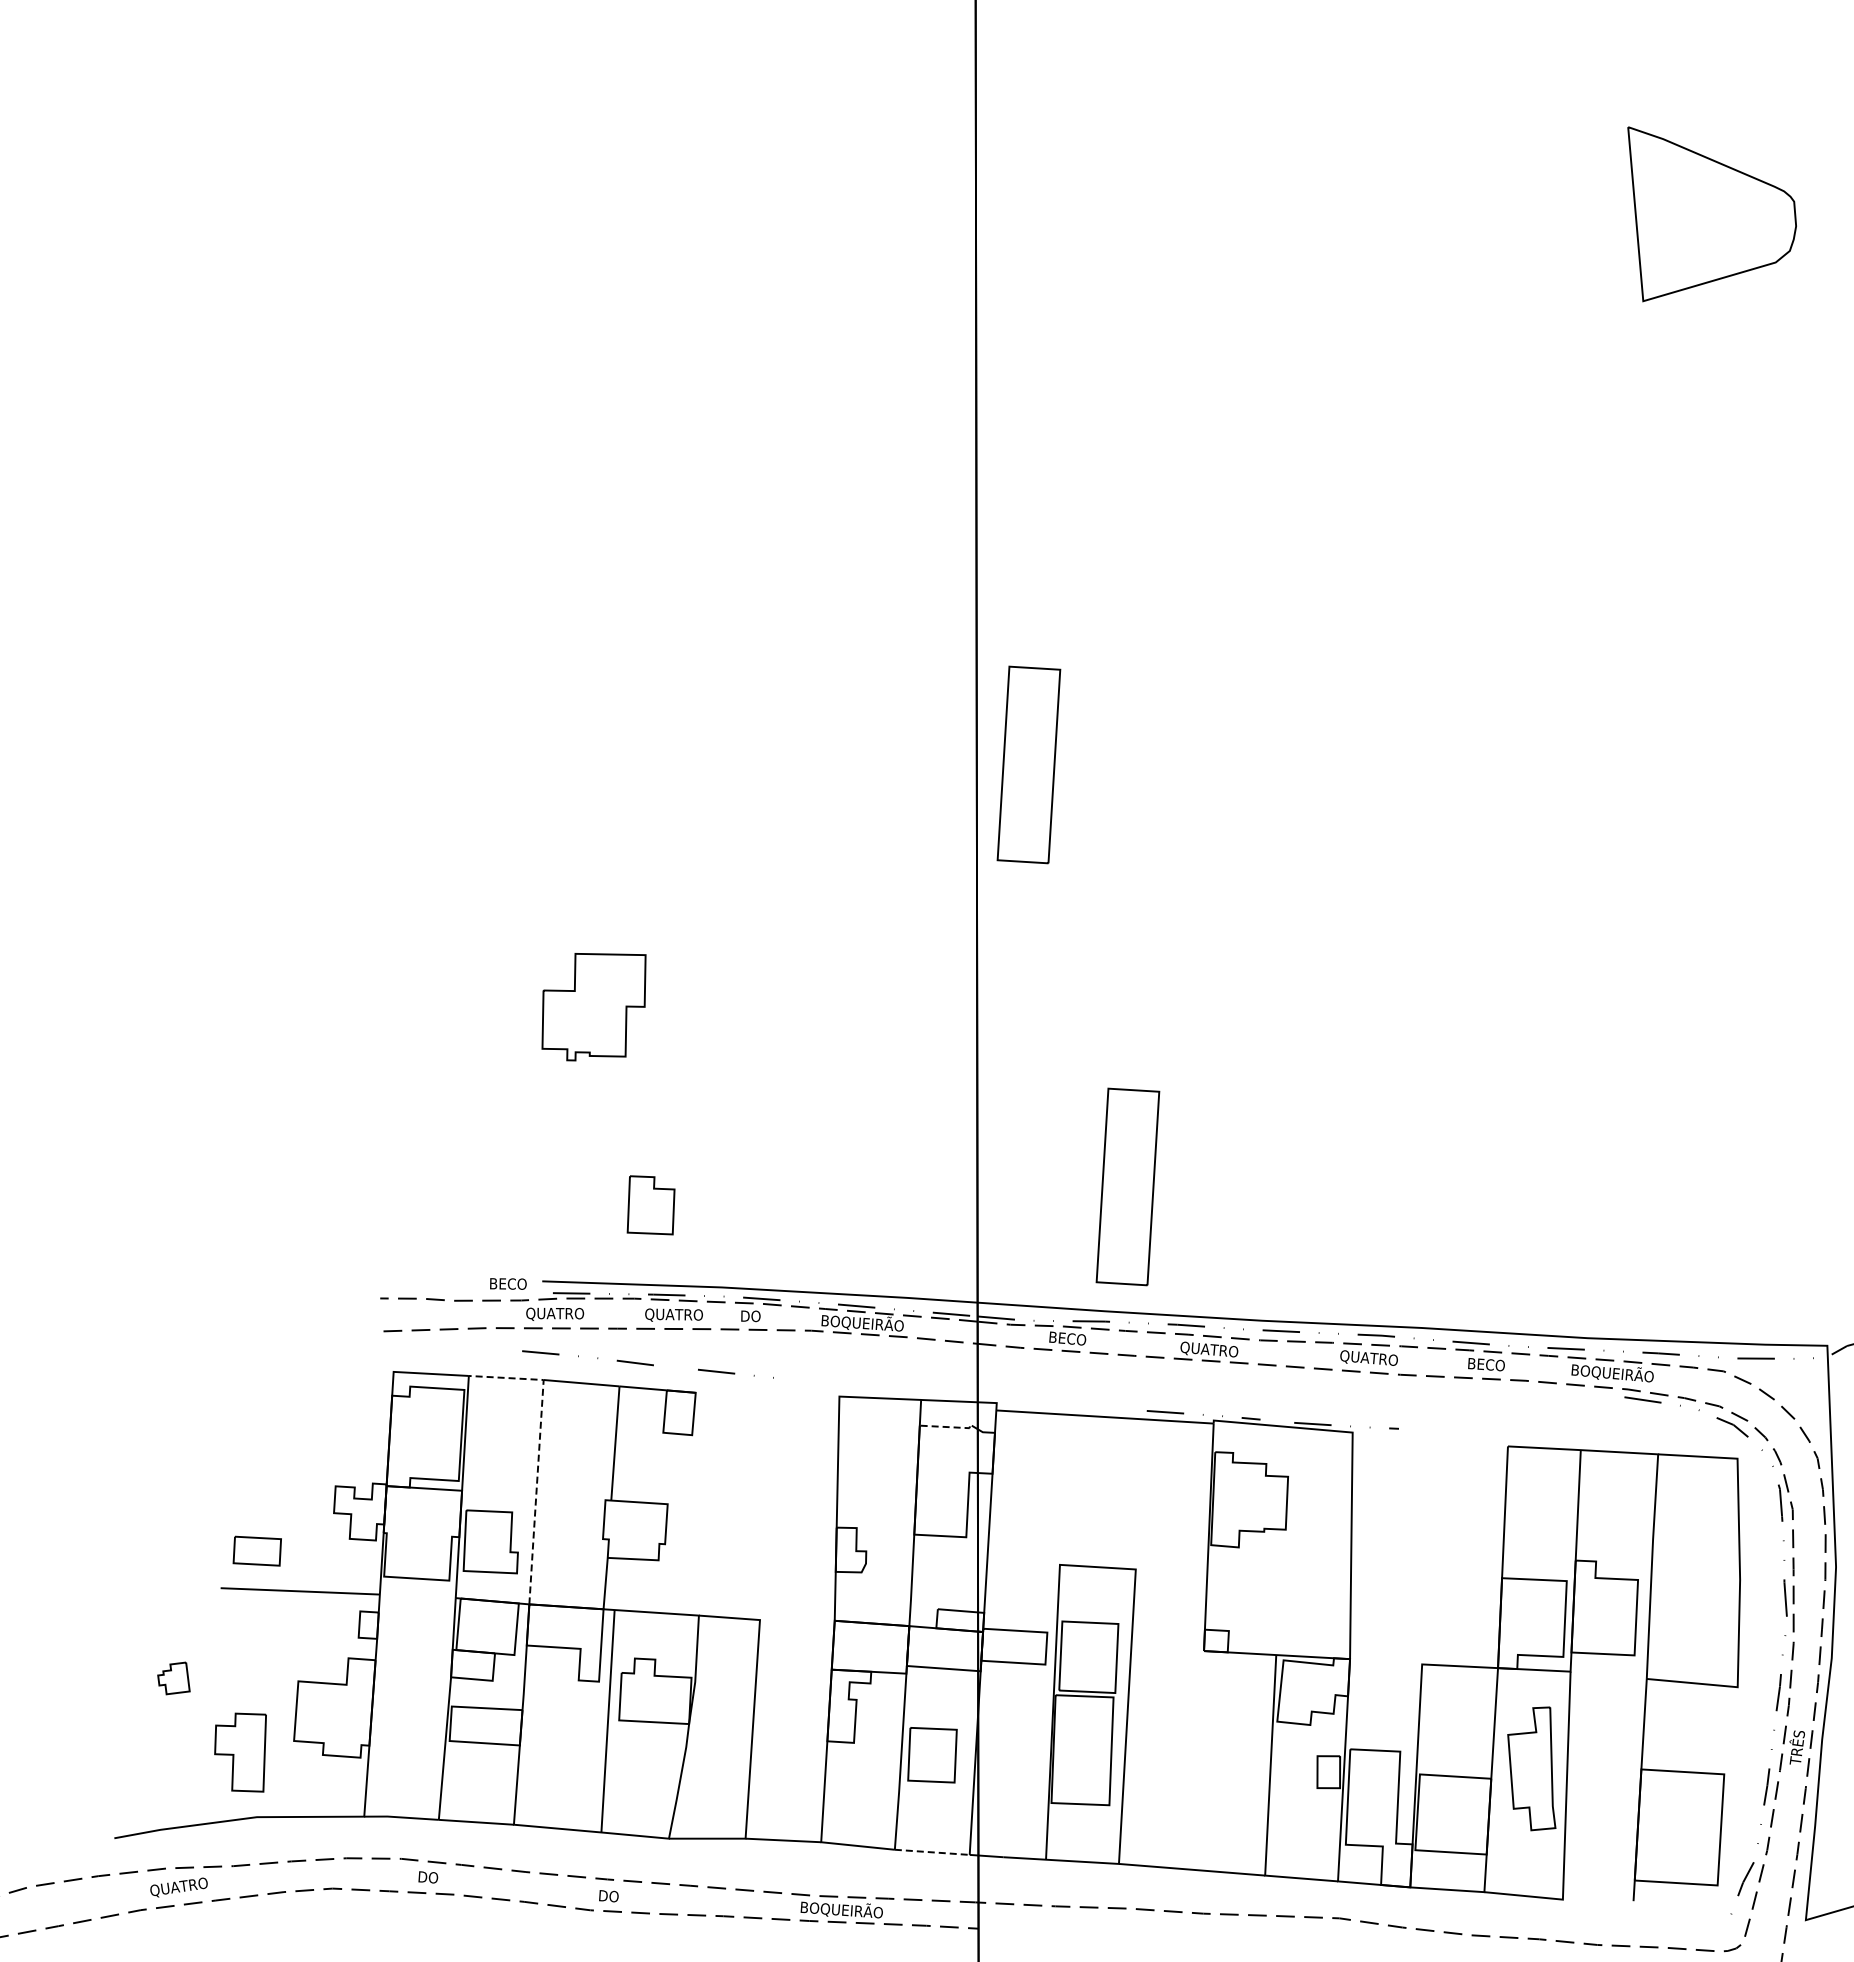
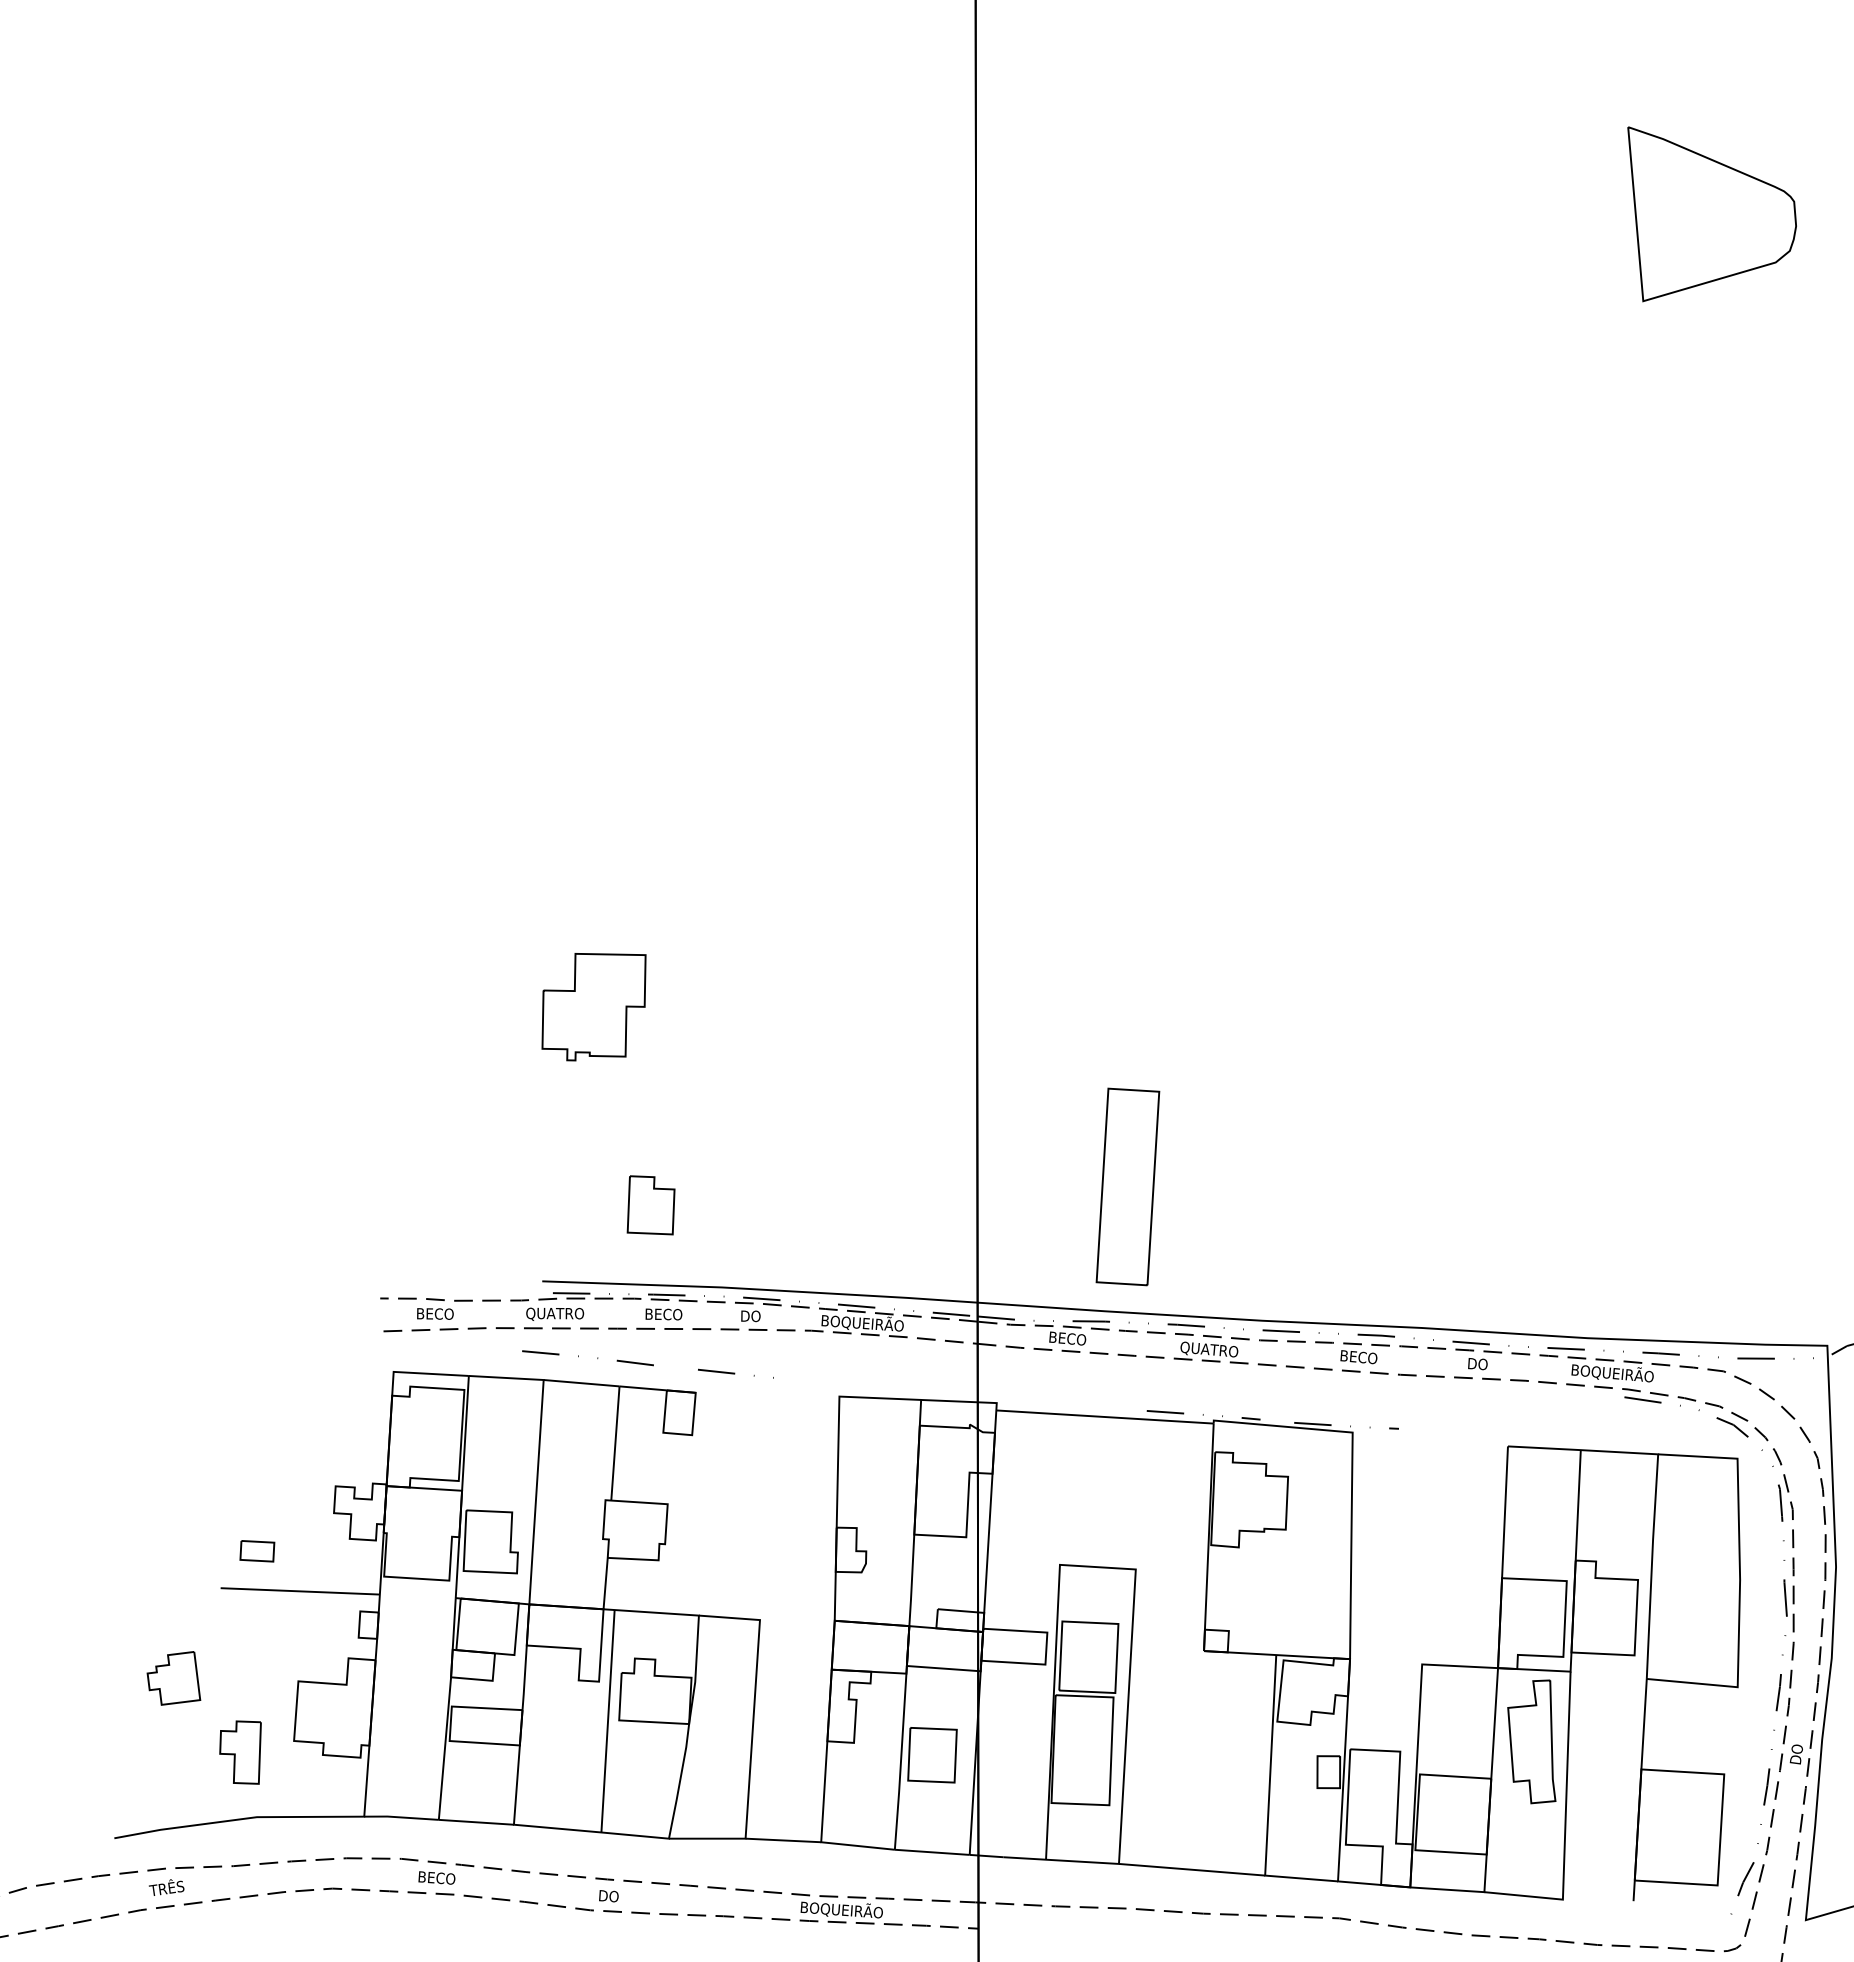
part at (1028, 764): present -> none
text at (508, 1283) position: (508, 1283) -> (435, 1313)
text at (673, 1314): QUATRO -> BECO
text at (1368, 1357): QUATRO -> BECO
text at (1486, 1364): BECO -> DO
line at (952, 1427): dashed -> solid
line at (538, 1454): dashed -> solid
part at (256, 1550) size: 50x32 px -> 37x23 px
part at (173, 1678) size: 34x35 px -> 56x55 px
text at (1796, 1747): TRÊS -> DO
part at (240, 1752) size: 53x81 px -> 43x65 px
part at (1531, 1768) position: (1531, 1768) -> (1531, 1741)
line at (932, 1852): dashed -> solid
text at (437, 1877): DO -> BECO
text at (177, 1887): QUATRO -> TRÊS
